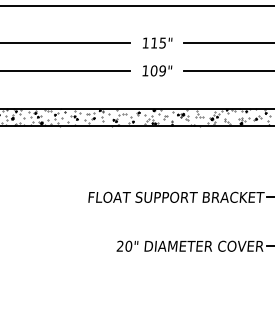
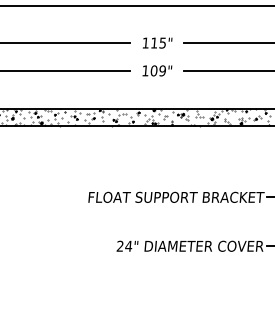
text at (128, 245): 20" -> 24"
